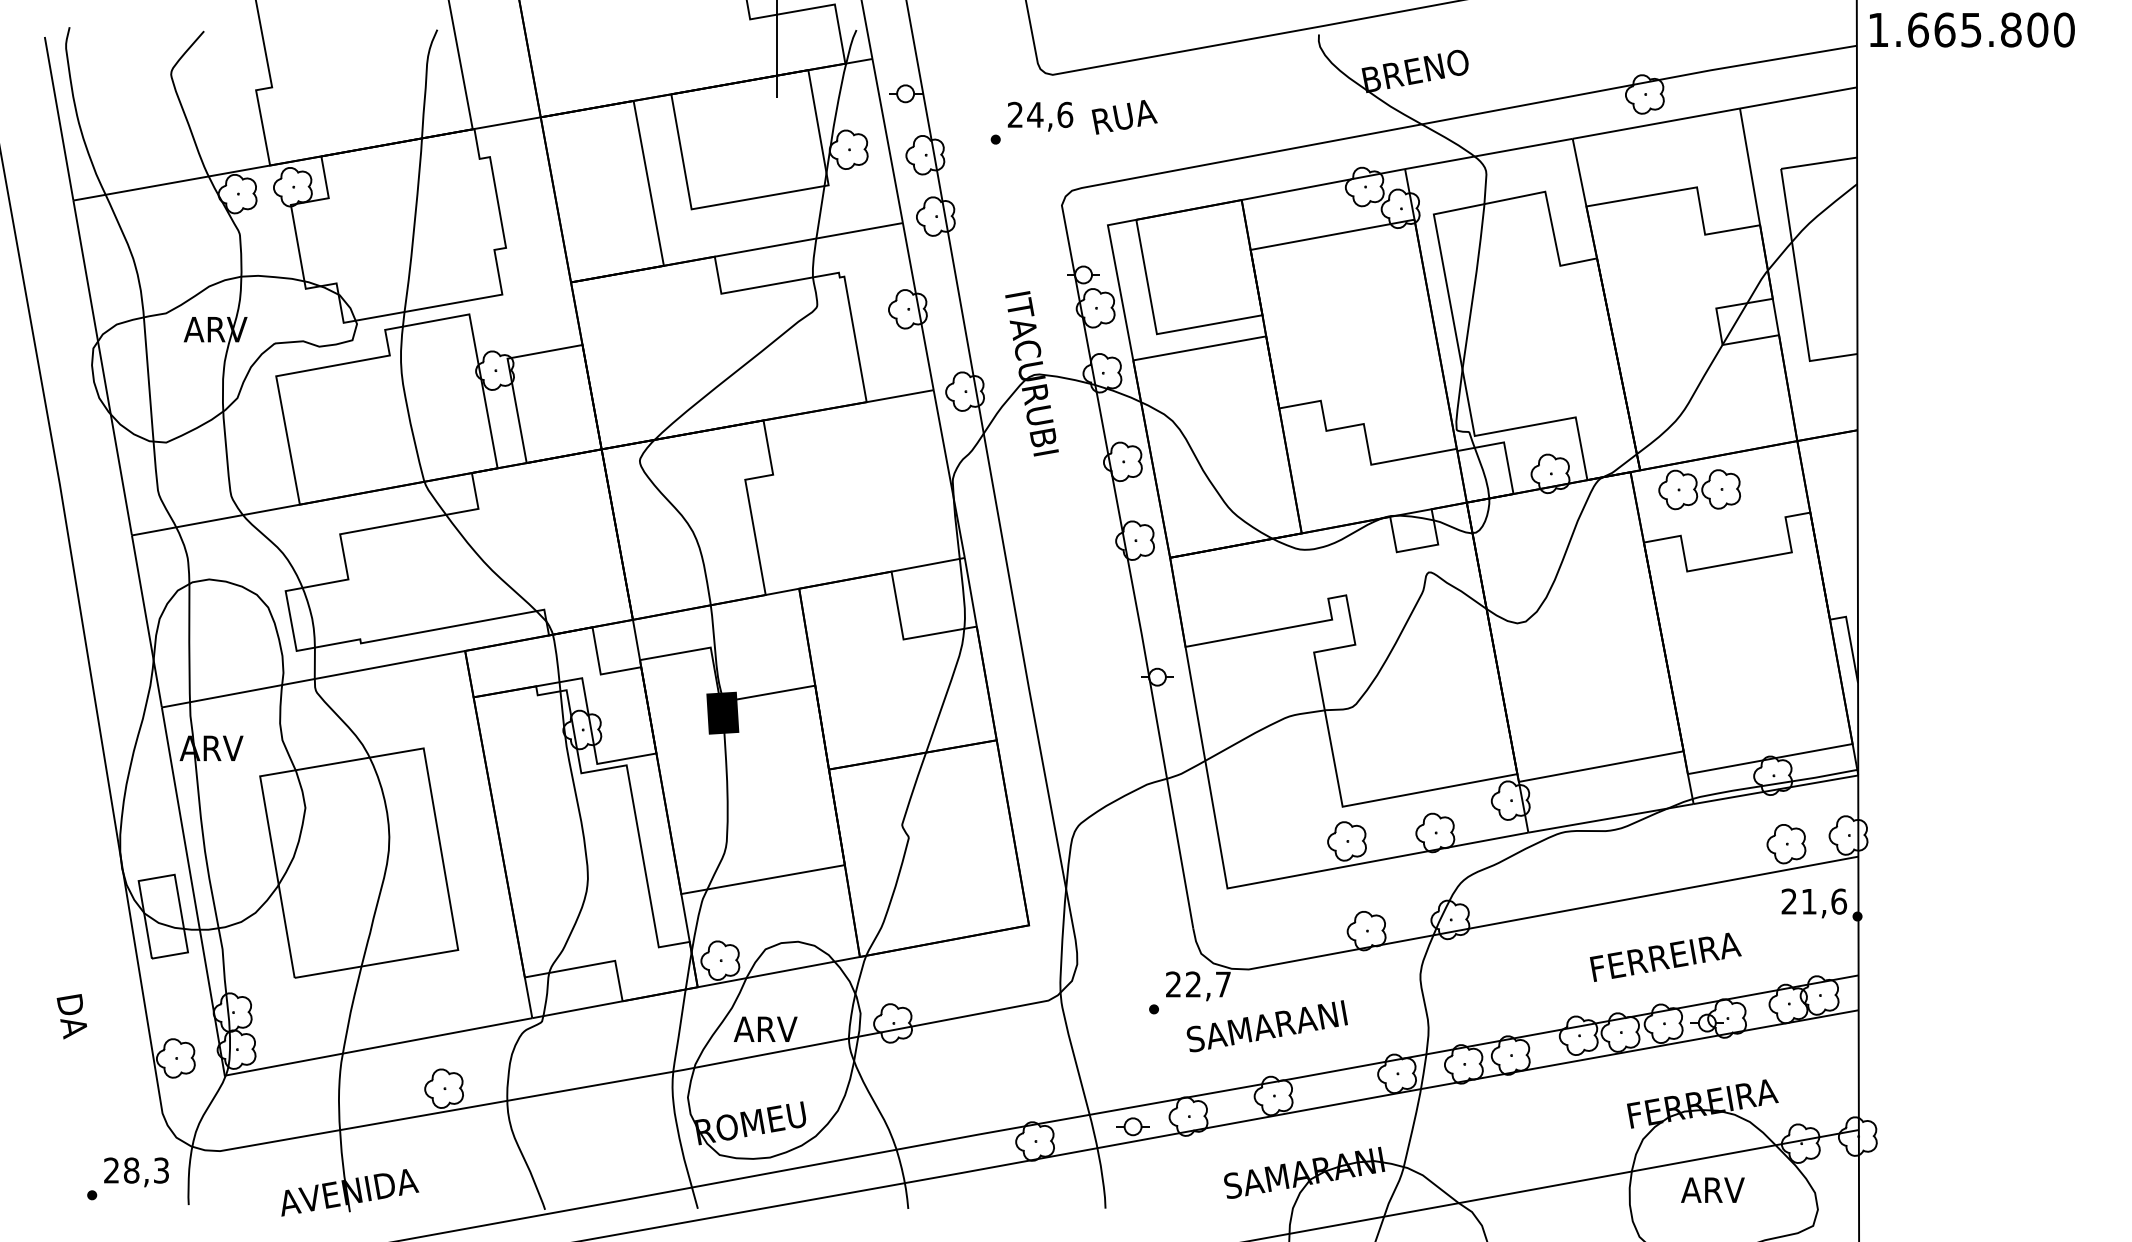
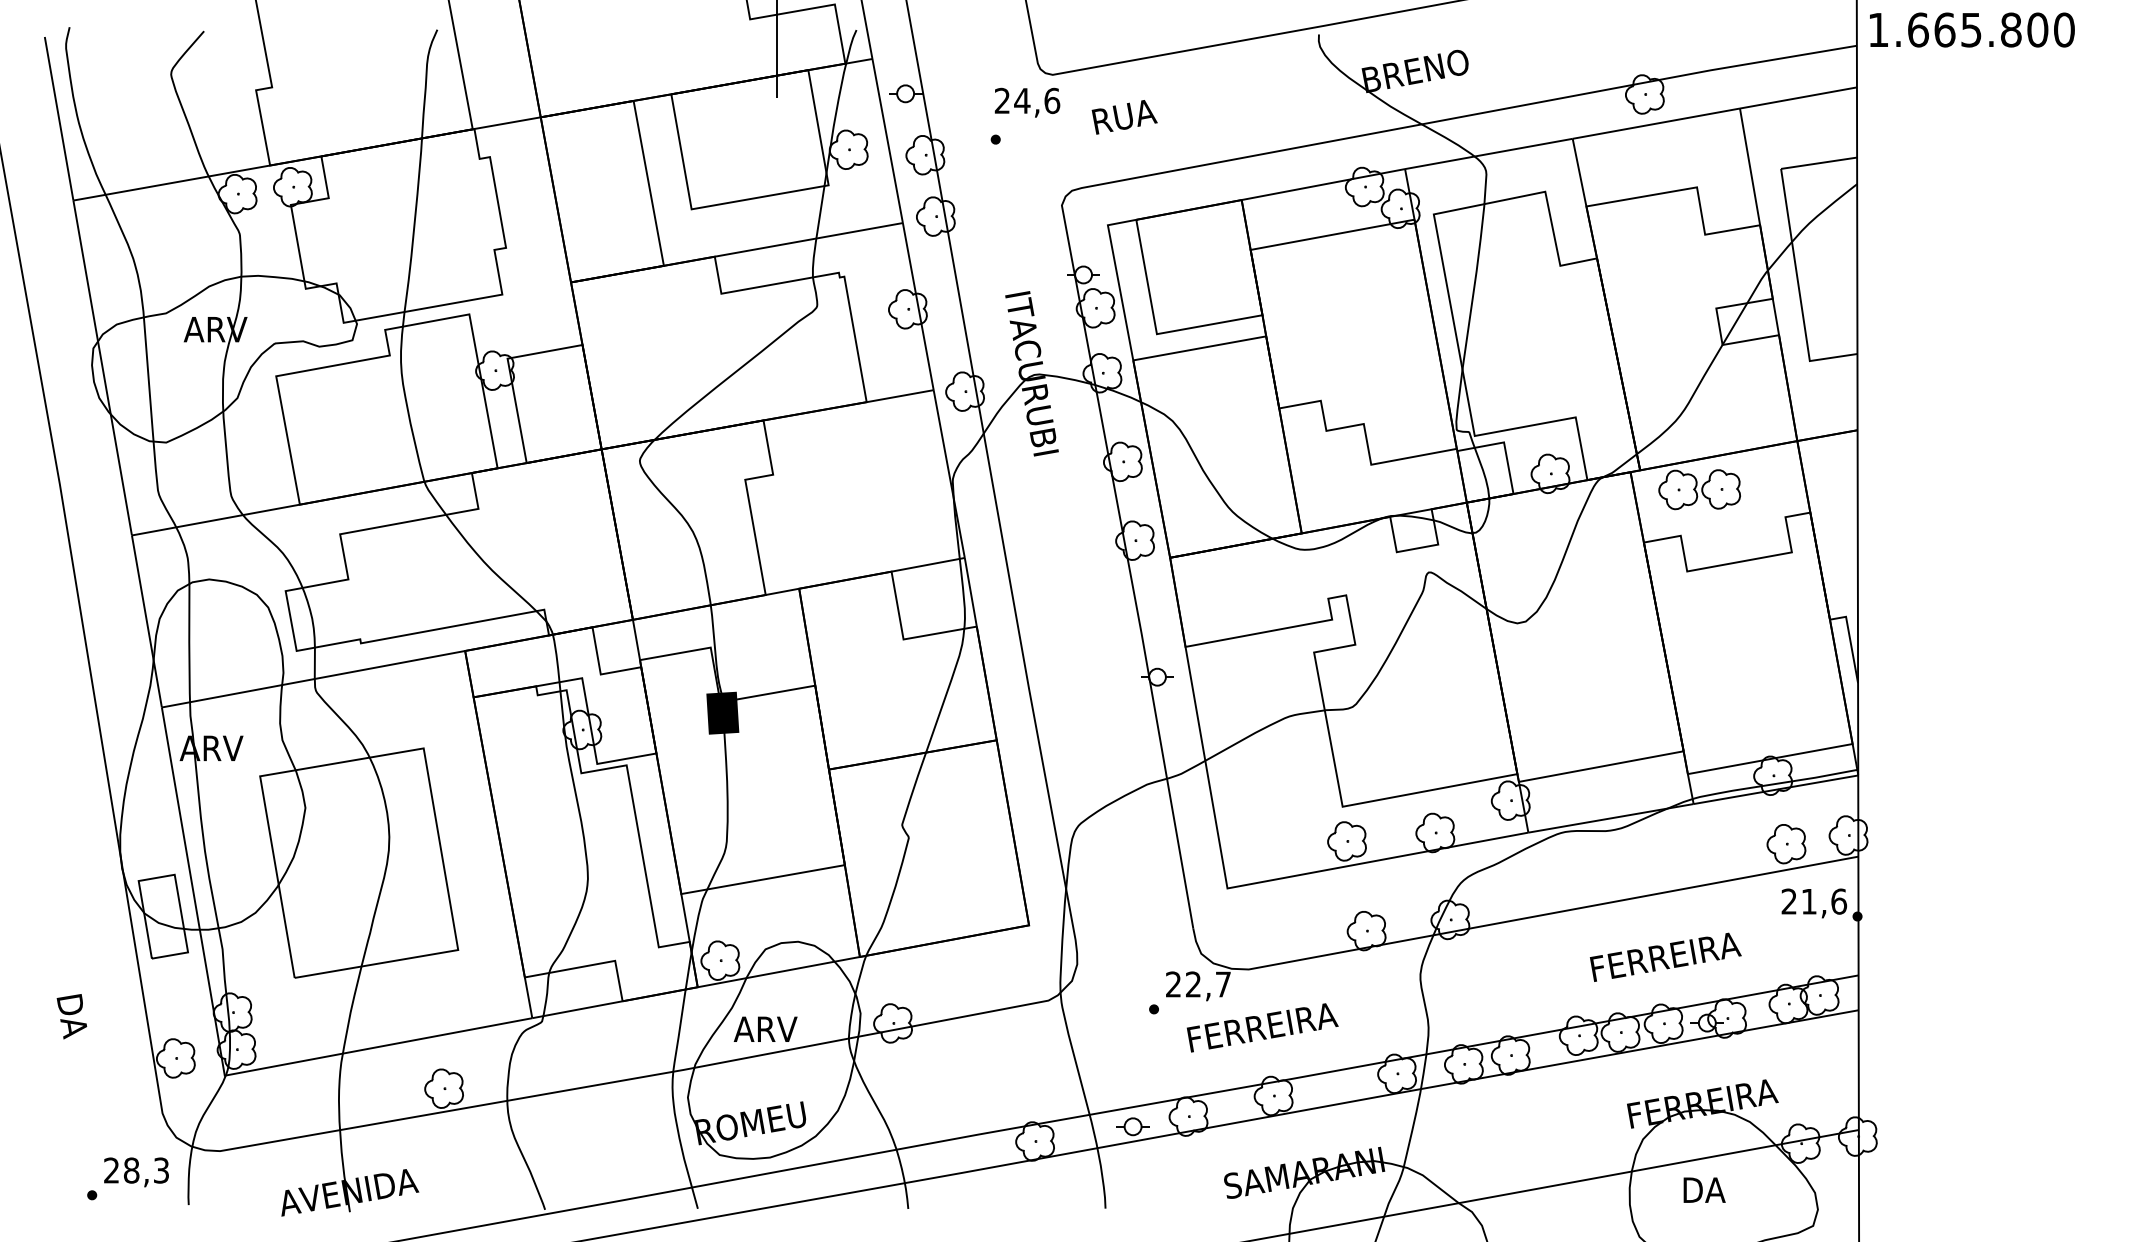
text at (1040, 116) position: (1040, 116) -> (1027, 102)
text at (1266, 1026): SAMARANI -> FERREIRA
text at (1712, 1189): ARV -> DA
